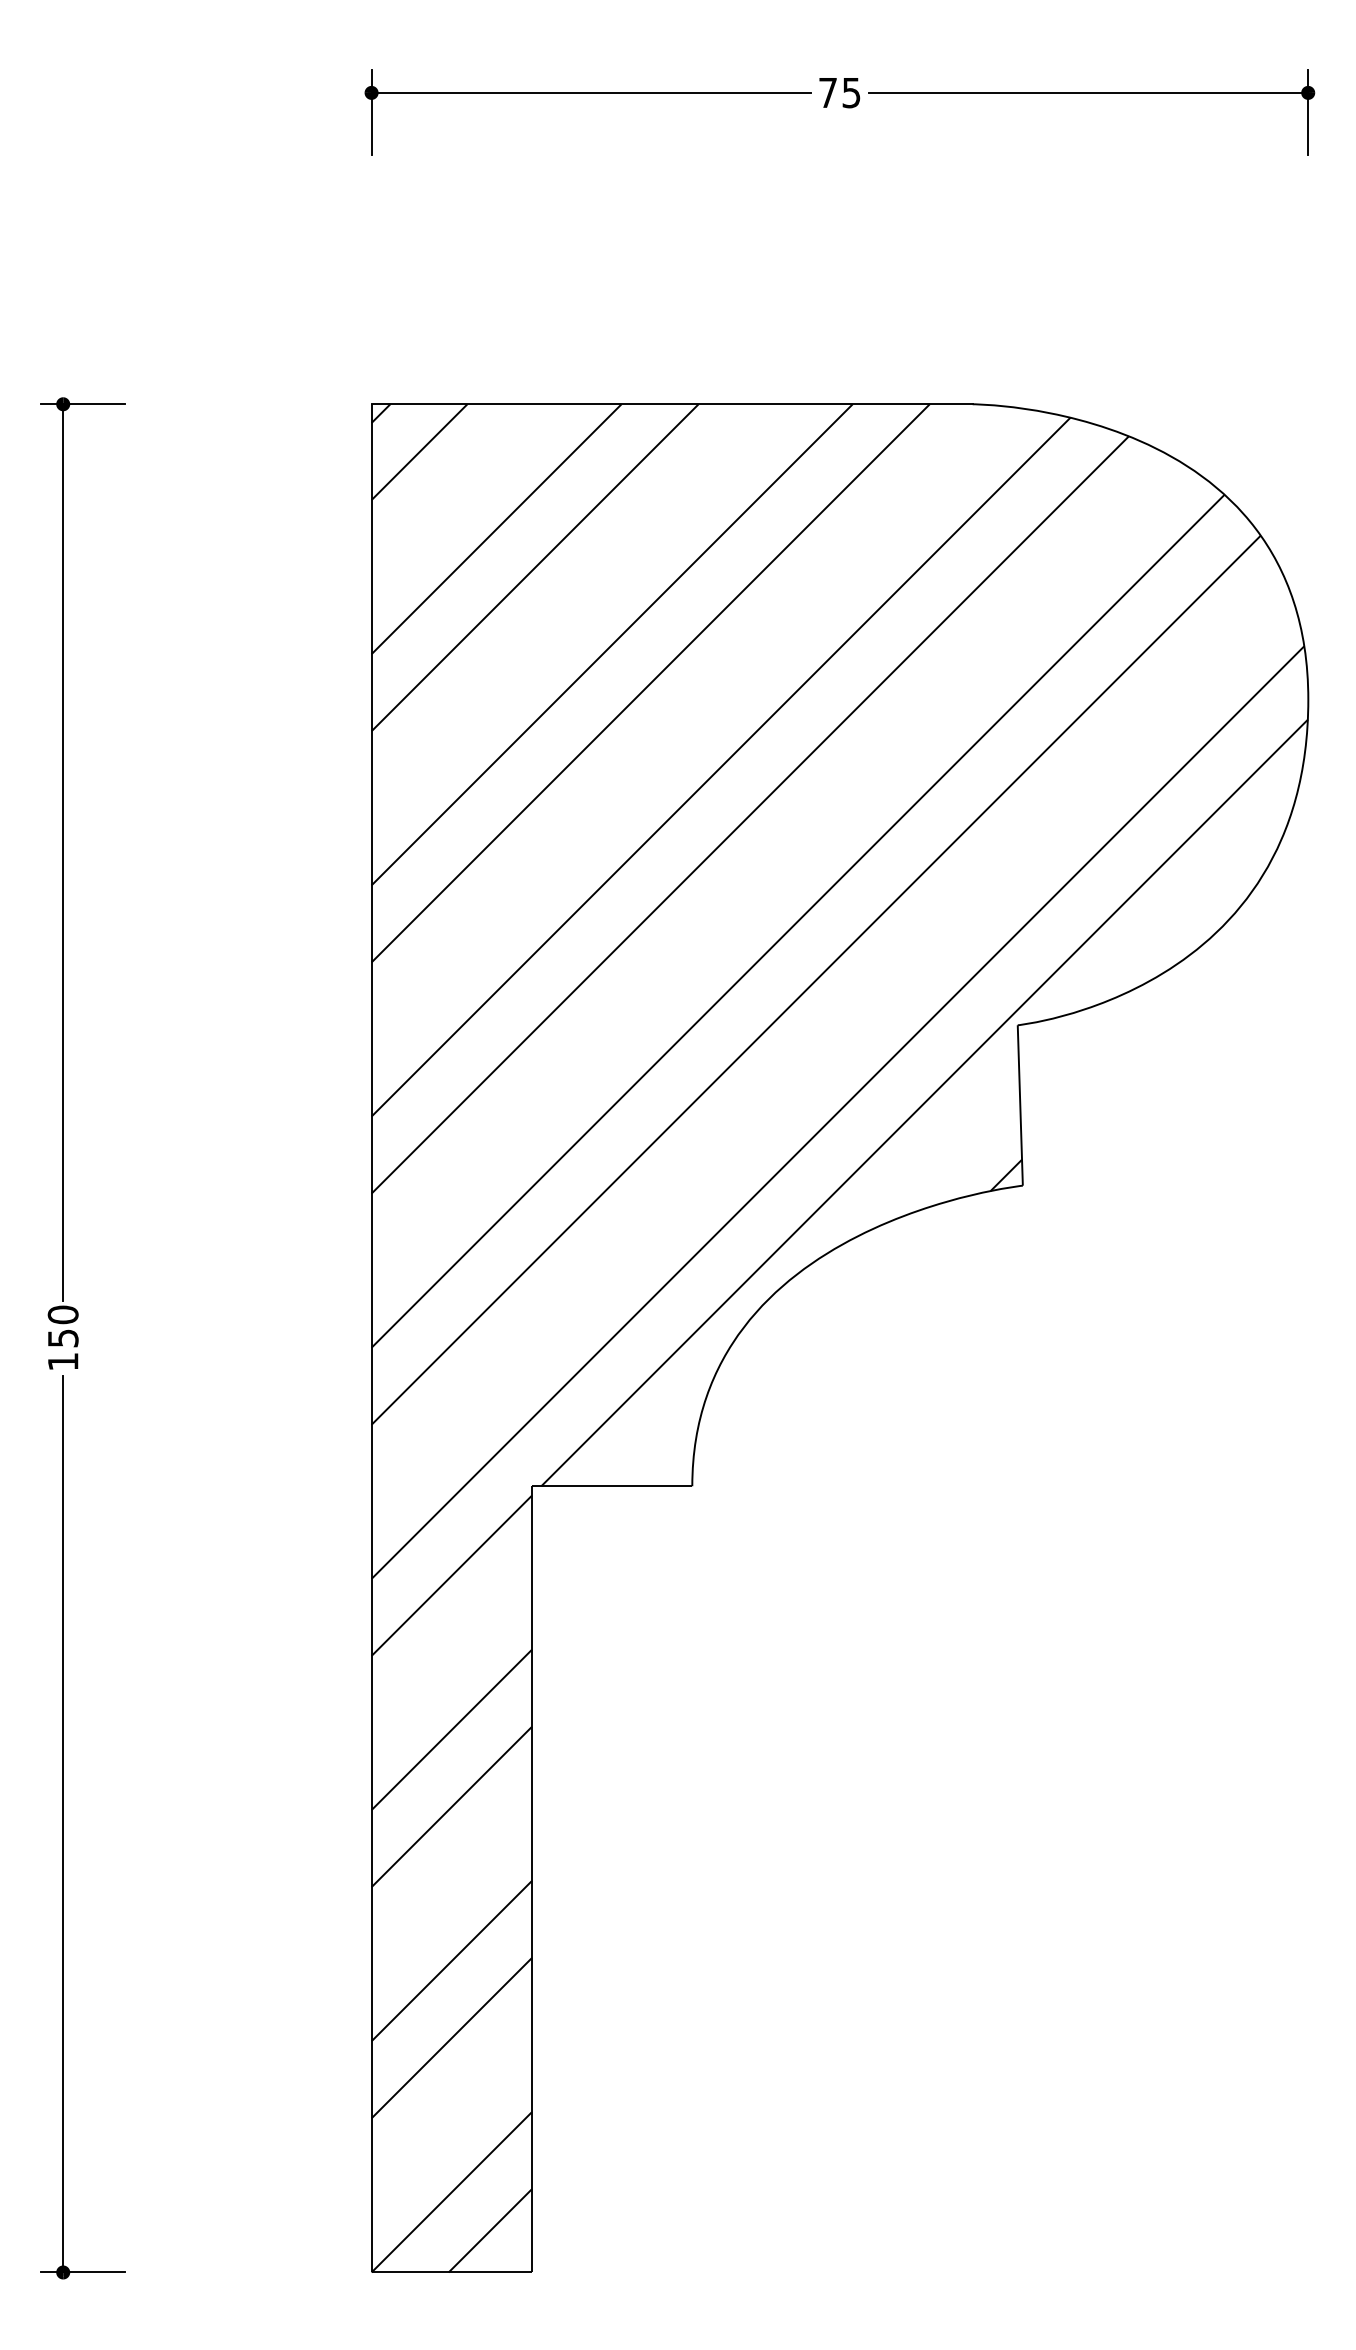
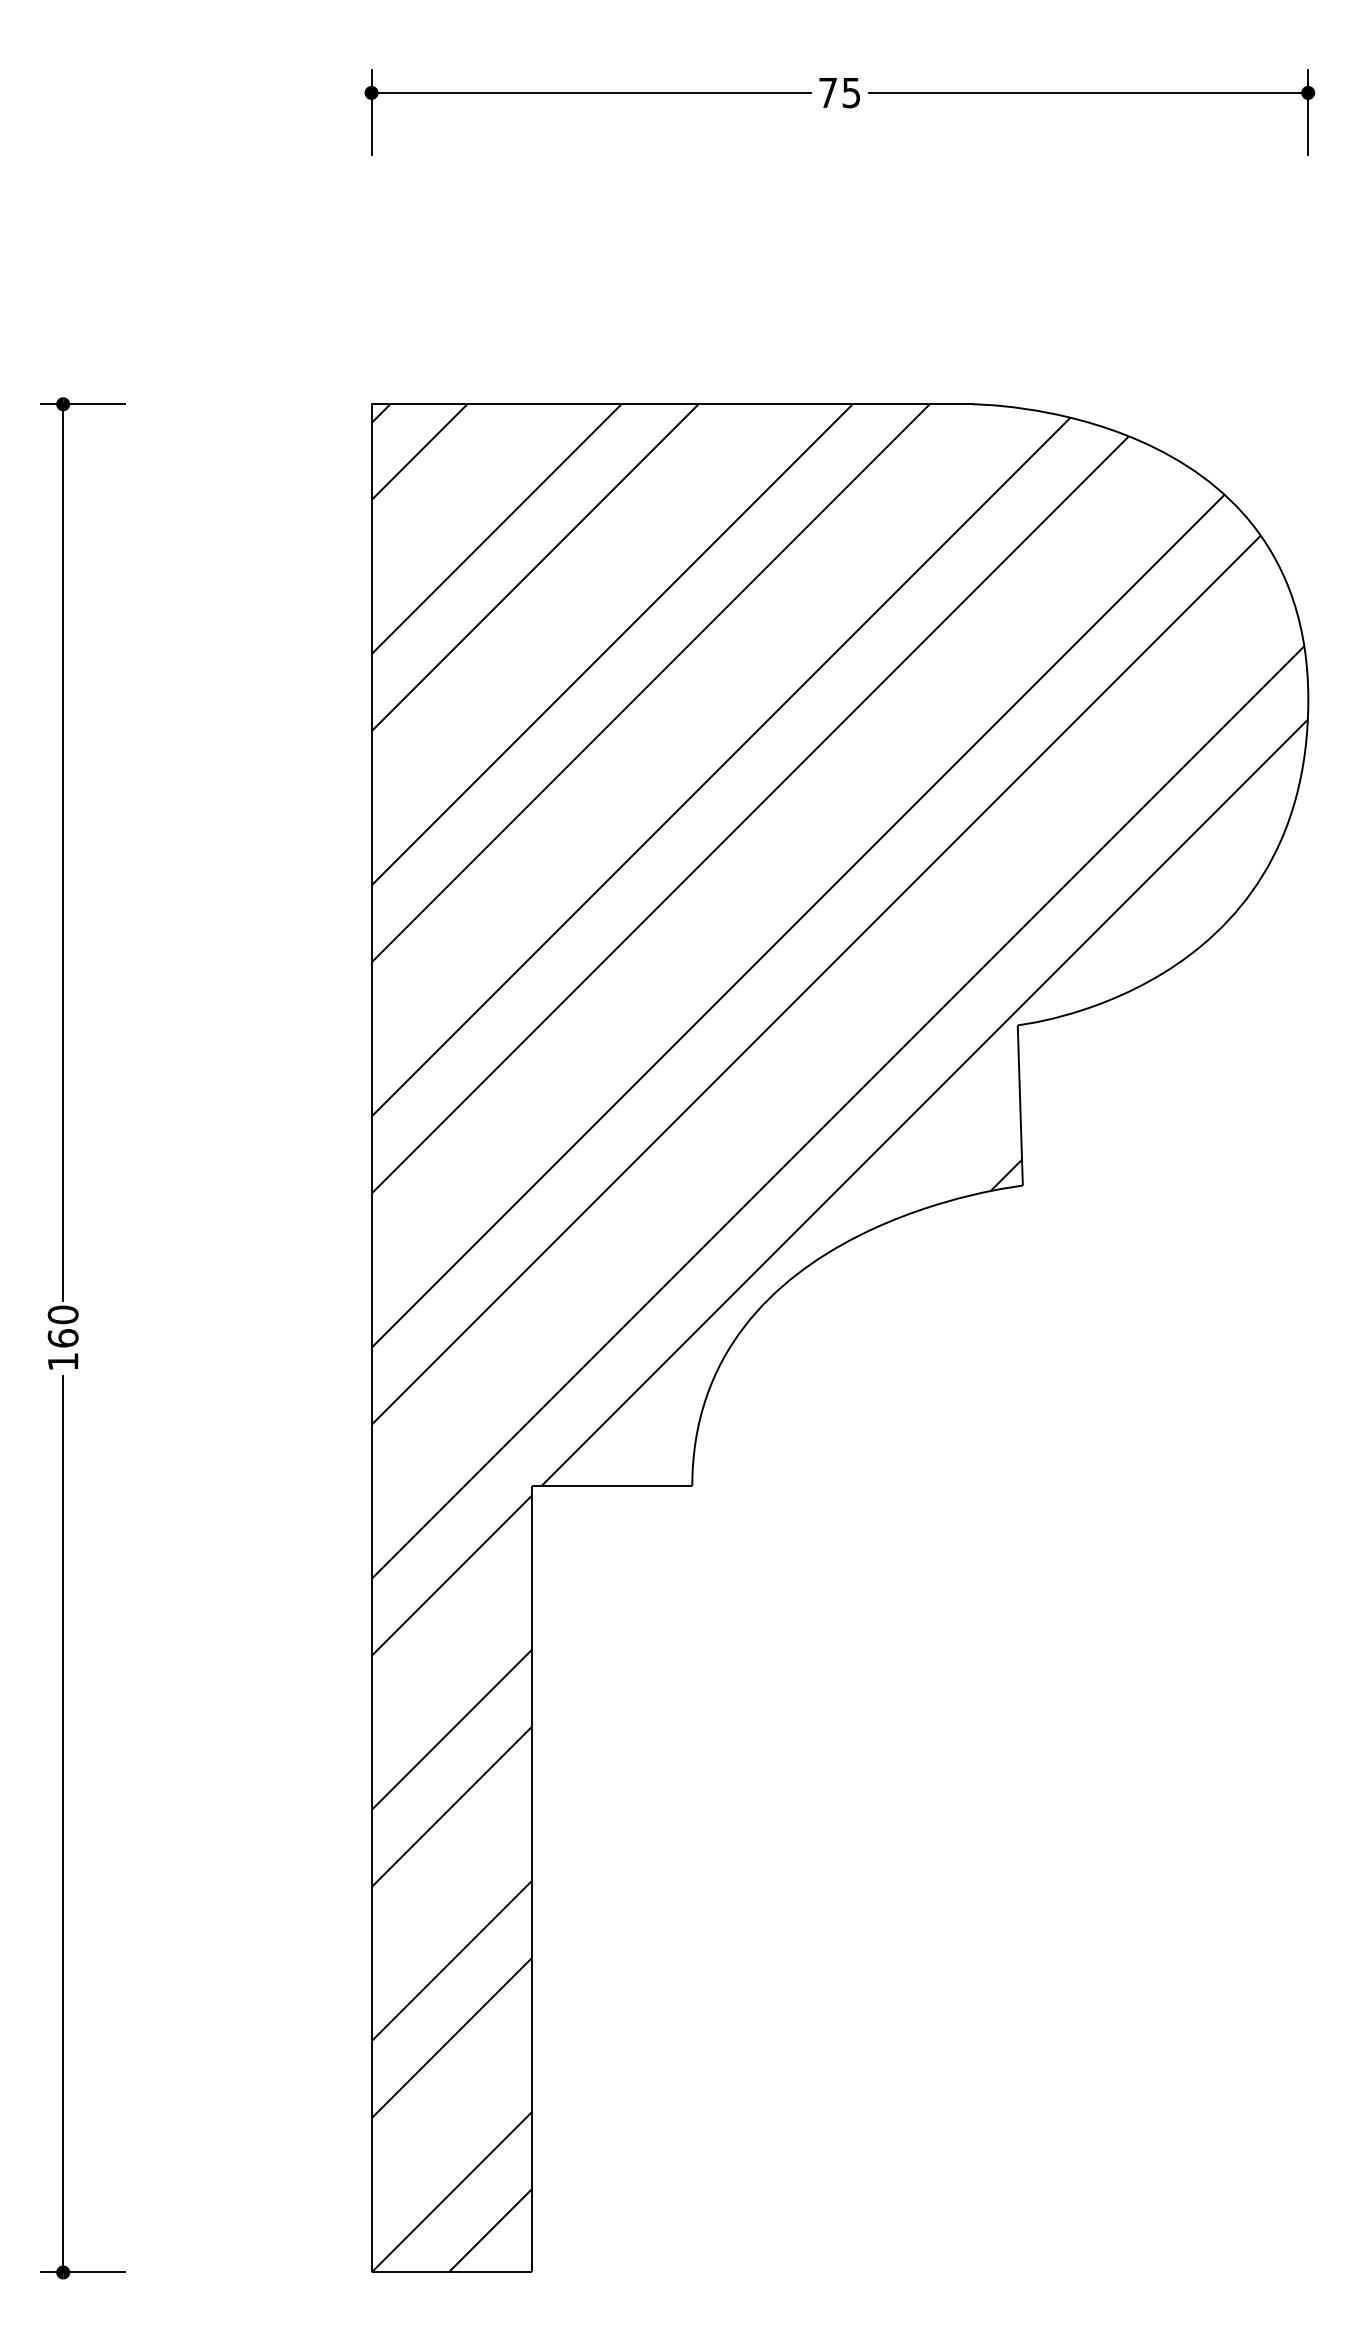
text at (62, 1338): 150 -> 160
